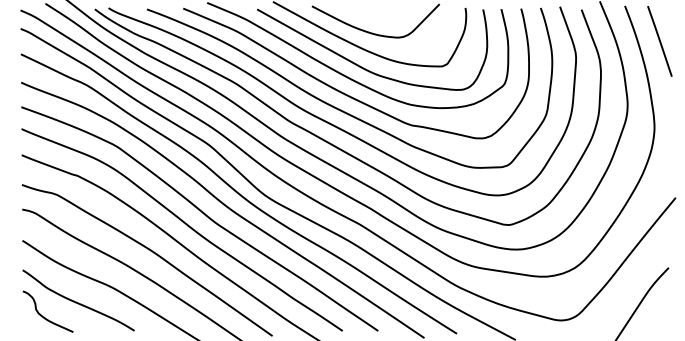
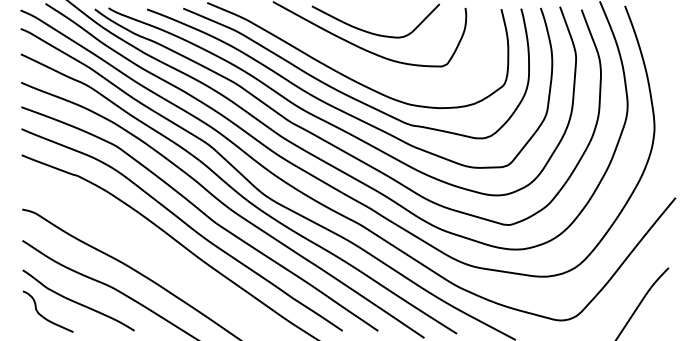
line at (659, 41): present -> none
curve at (362, 66): present -> none
curve at (150, 251): present -> none
